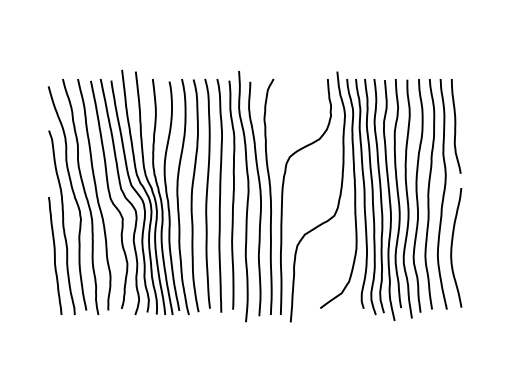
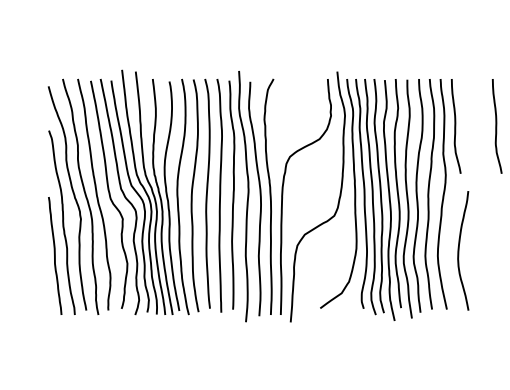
curve at (497, 126): none -> present
curve at (452, 247) position: (452, 247) -> (459, 250)
